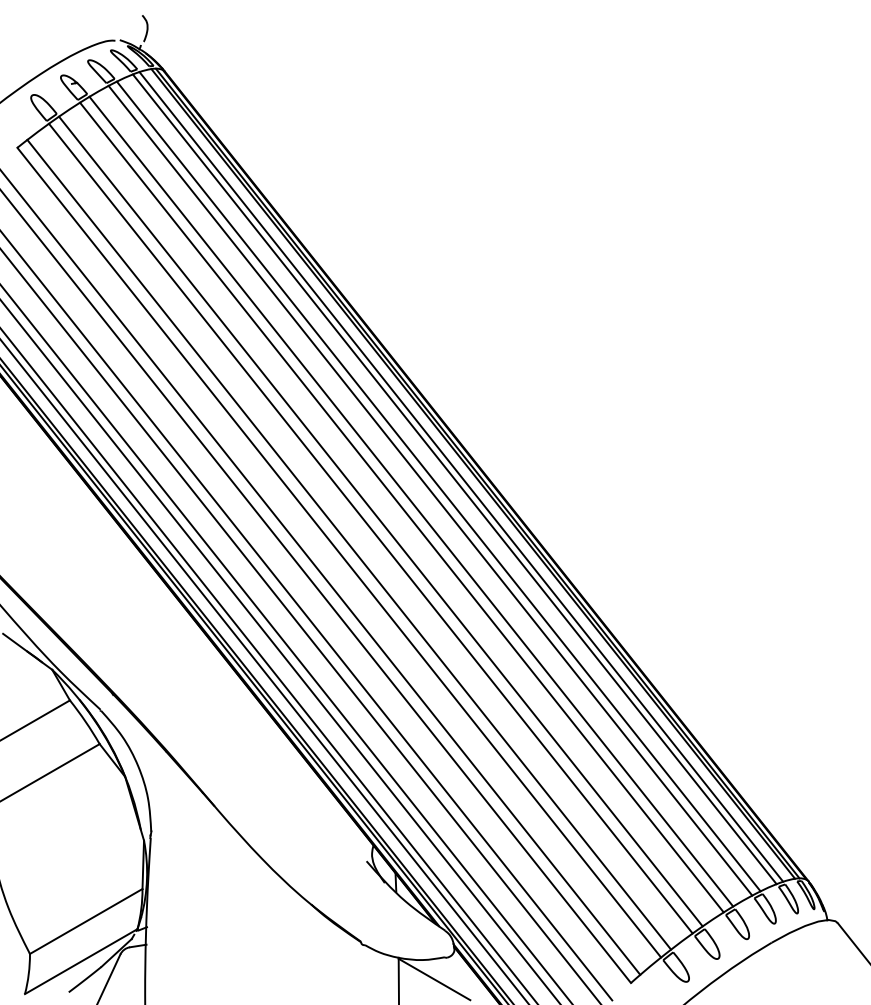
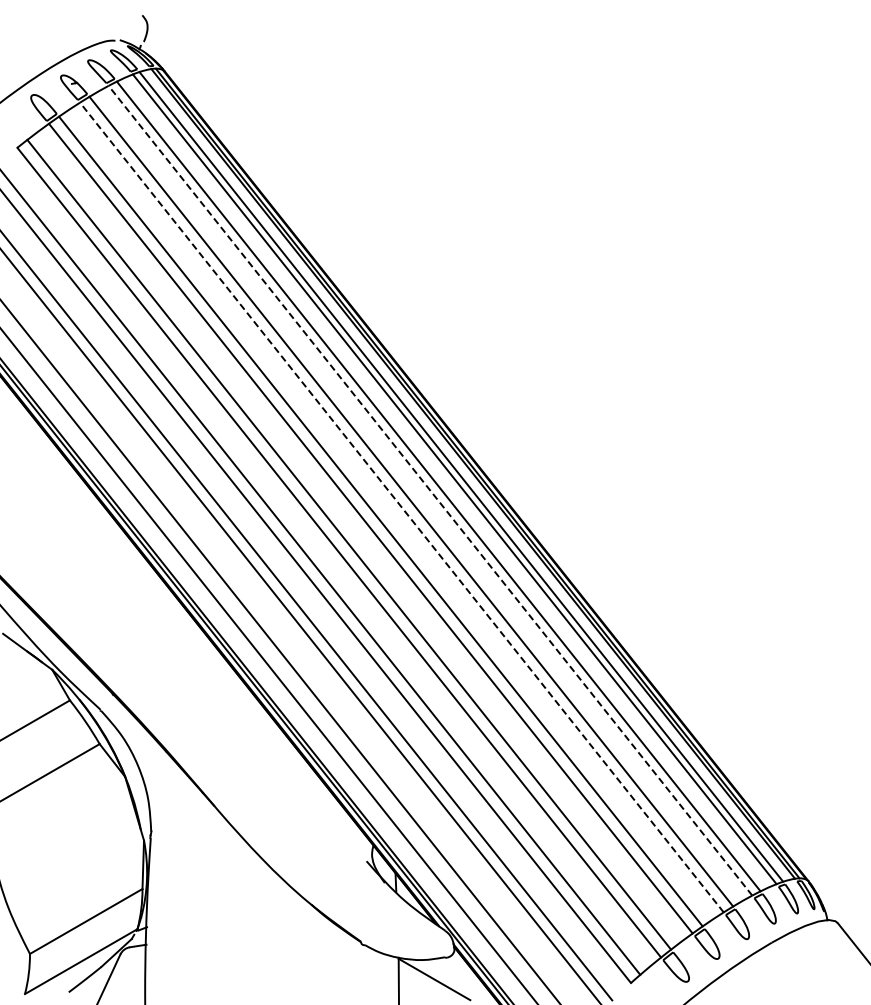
line at (430, 490): solid -> dashed
line at (401, 507): solid -> dashed
line at (286, 644): present -> none
line at (264, 671): present -> none
